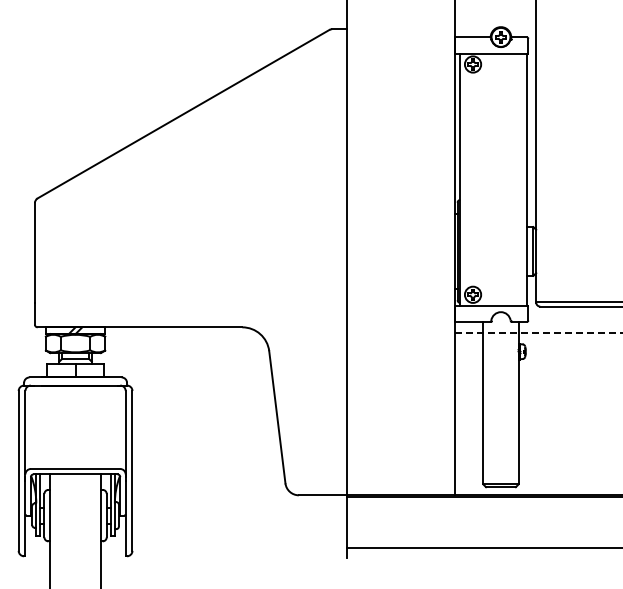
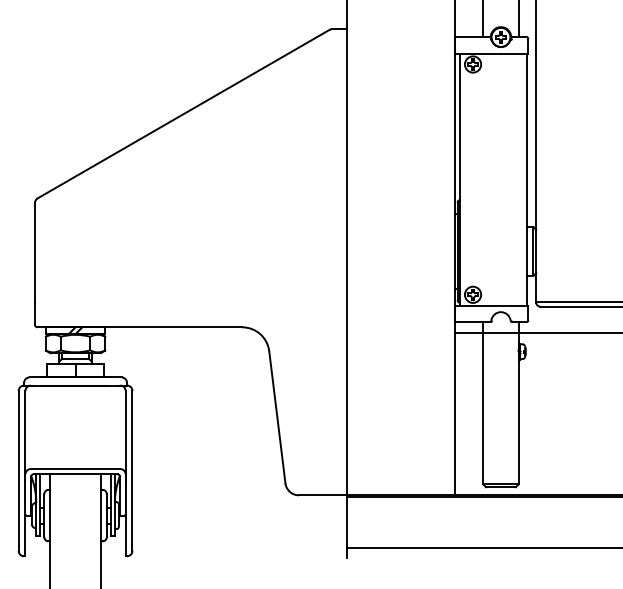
line at (483, 19): none -> present
line at (518, 19): none -> present
line at (538, 332): dashed -> solid
